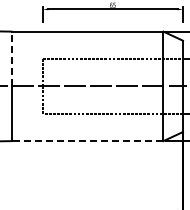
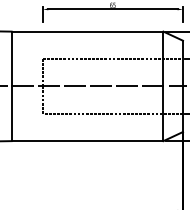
line at (11, 58): dashed -> solid
line at (87, 141): dashed -> solid
